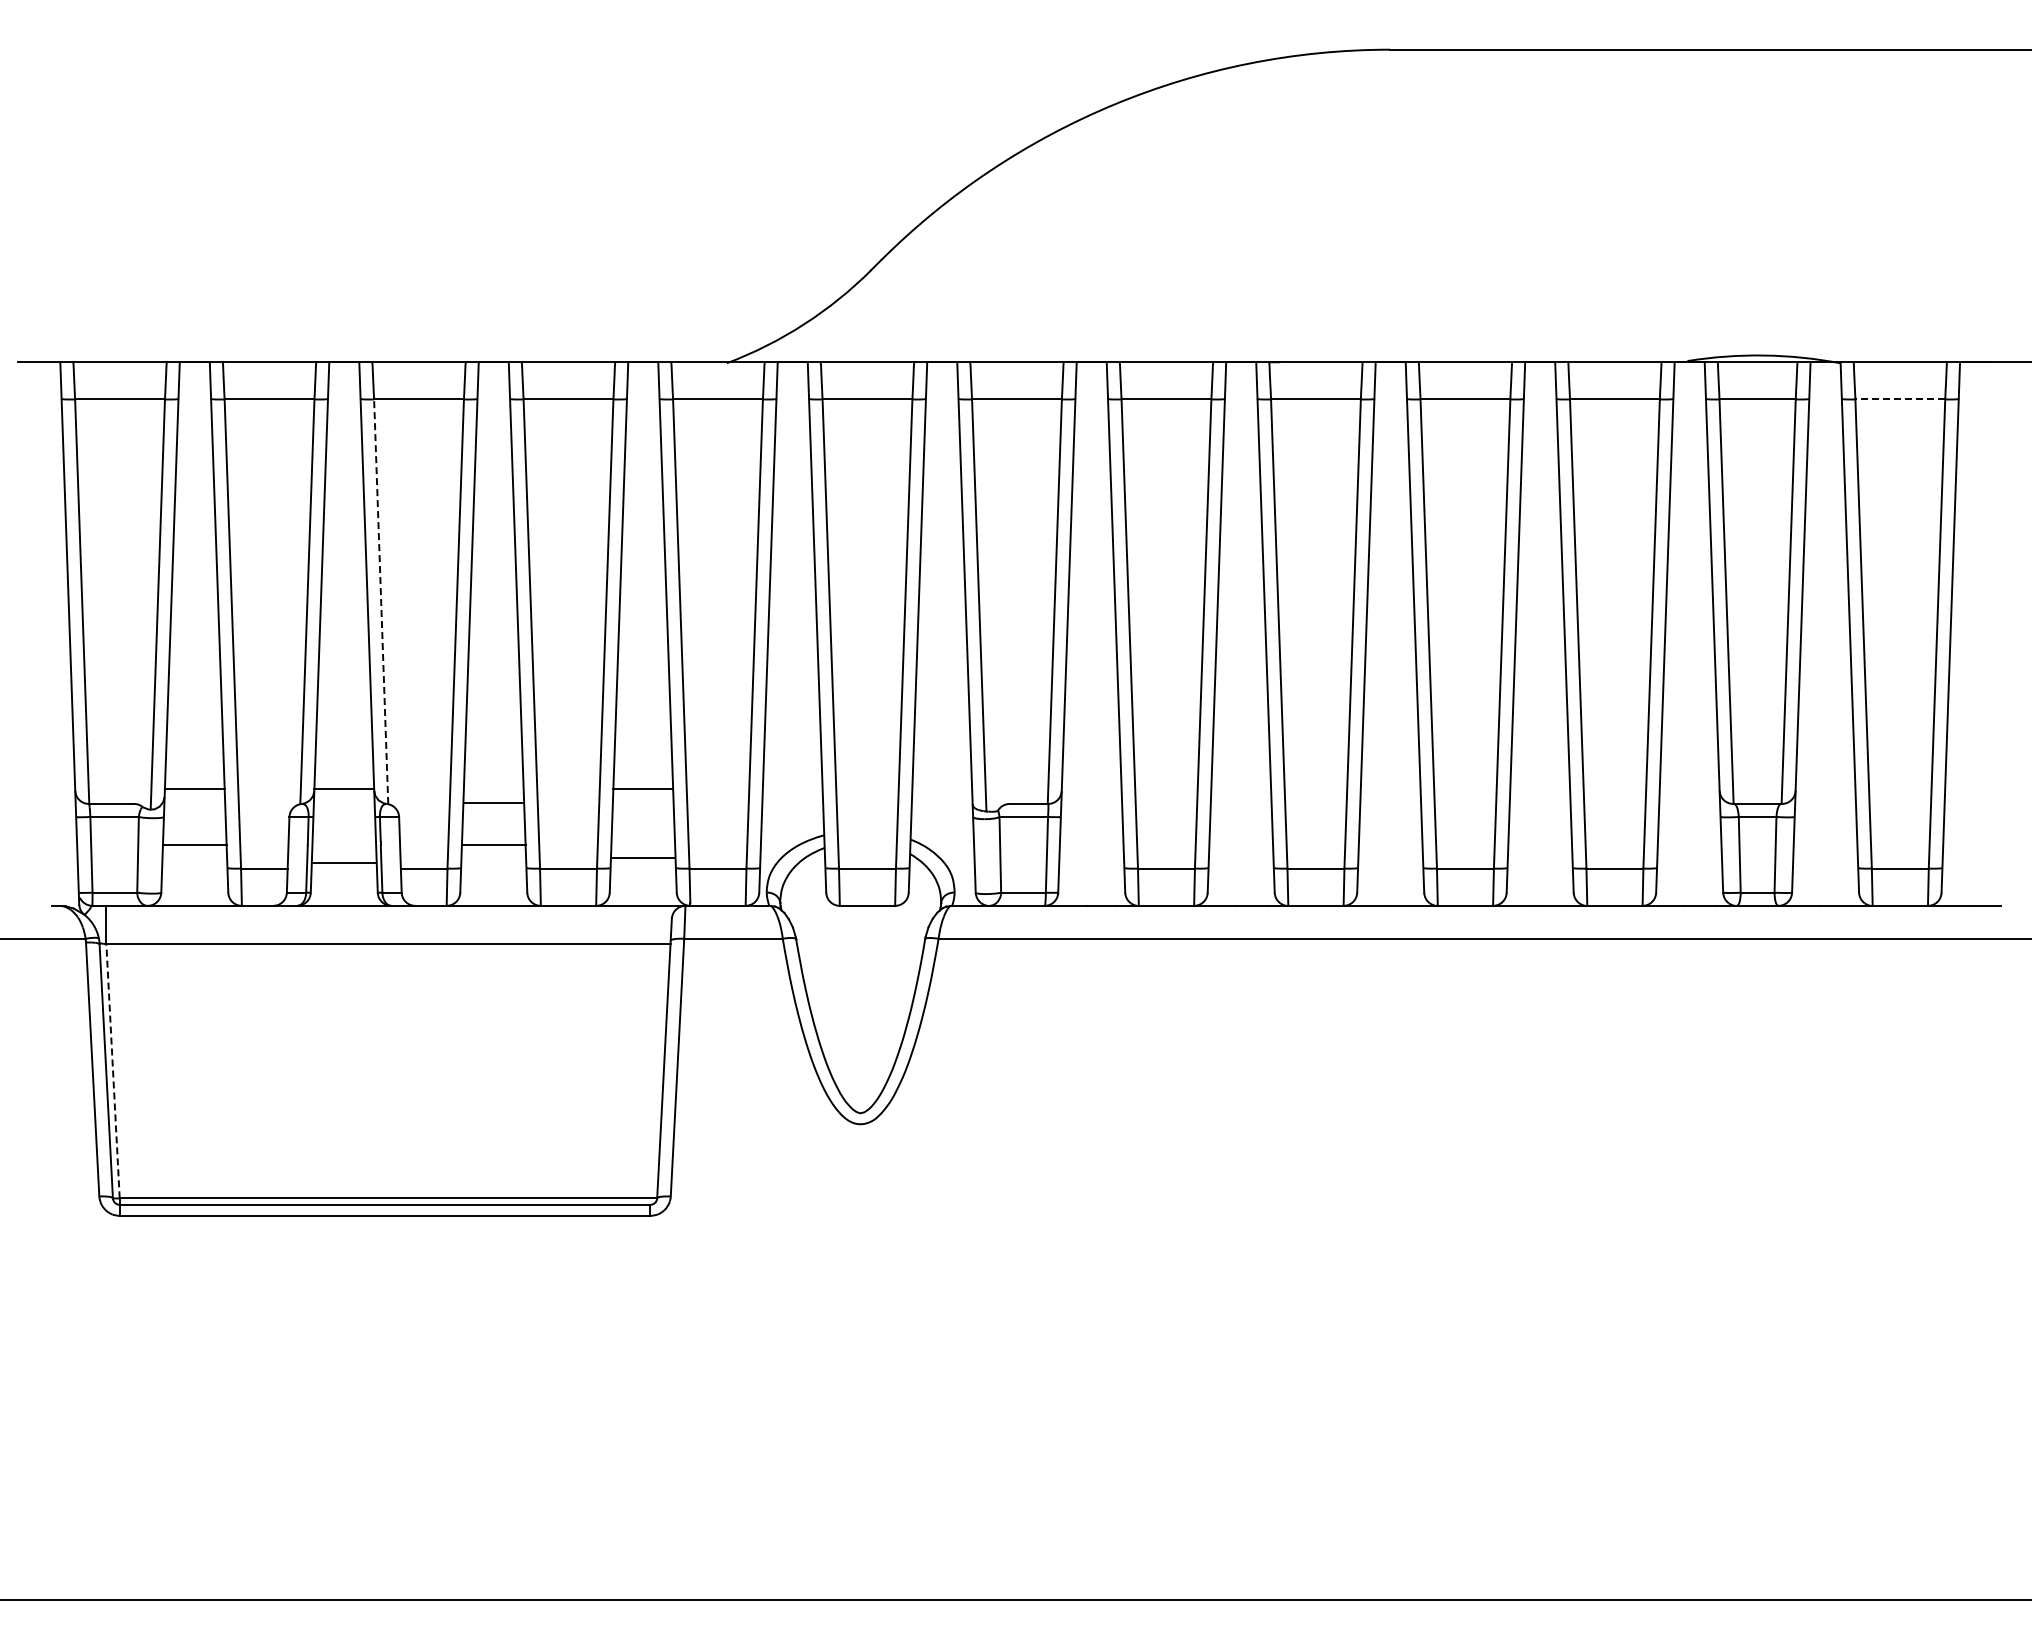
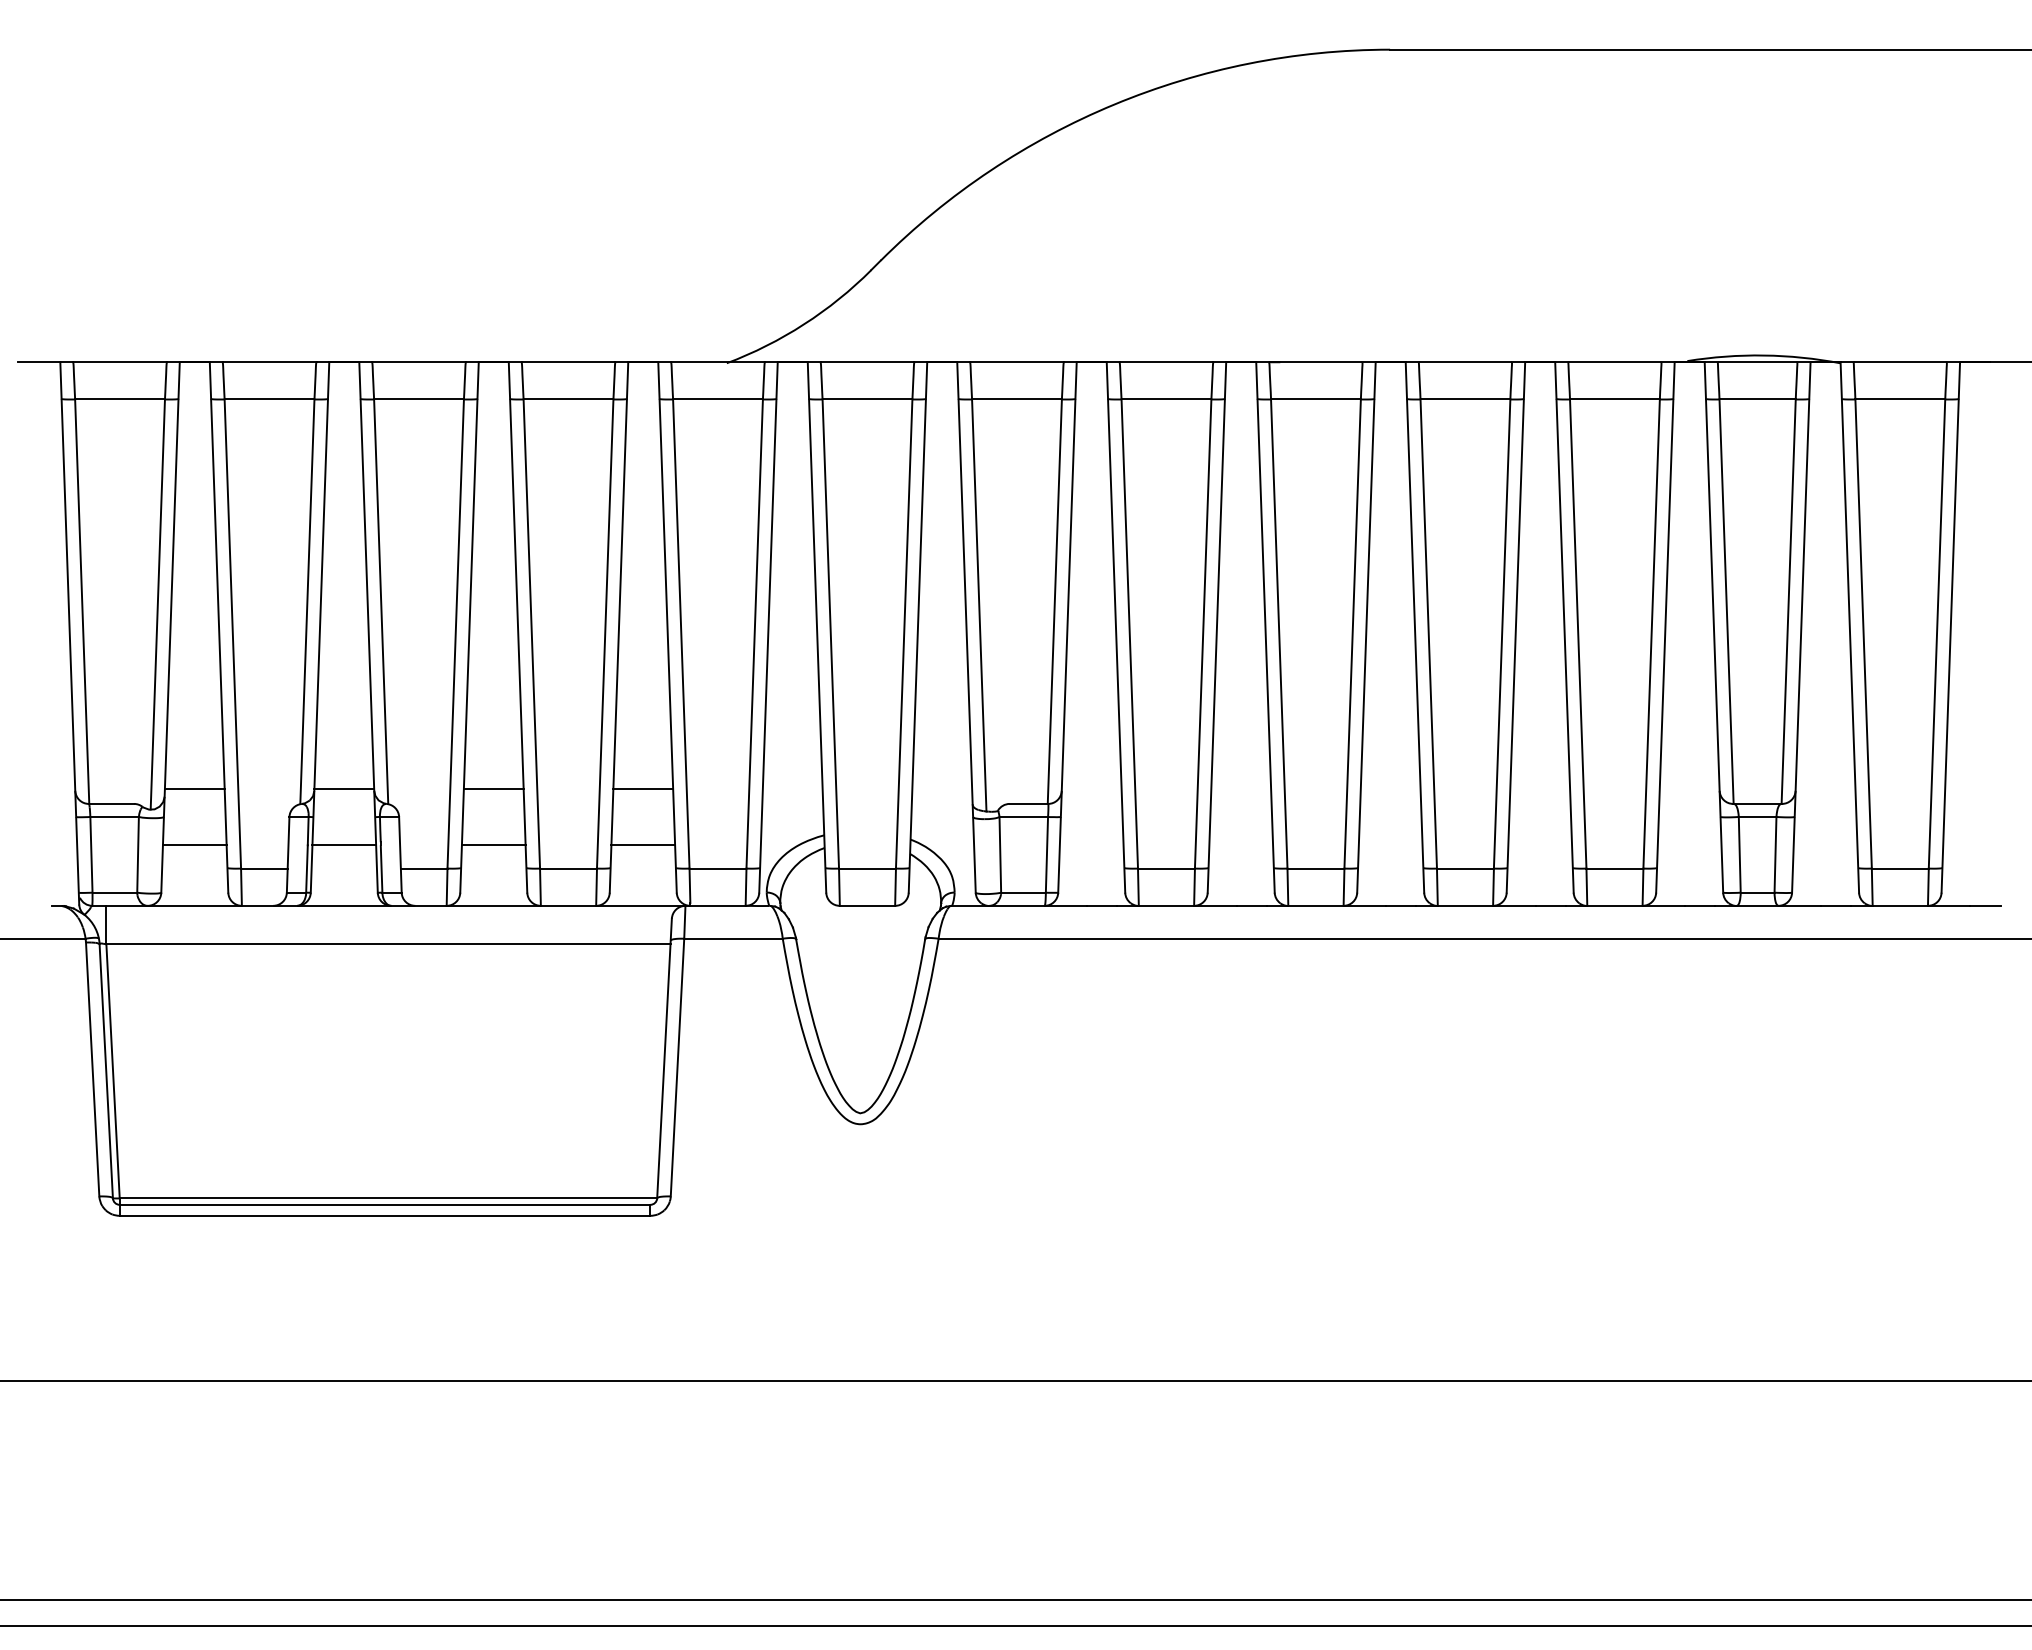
line at (1900, 399): dashed -> solid
line at (381, 601): dashed -> solid
line at (493, 802) position: (493, 802) -> (493, 788)
line at (643, 858) position: (643, 858) -> (643, 845)
line at (344, 863) position: (344, 863) -> (344, 845)
line at (113, 1070): dashed -> solid
line at (1015, 1381): none -> present
line at (1015, 1626): none -> present
